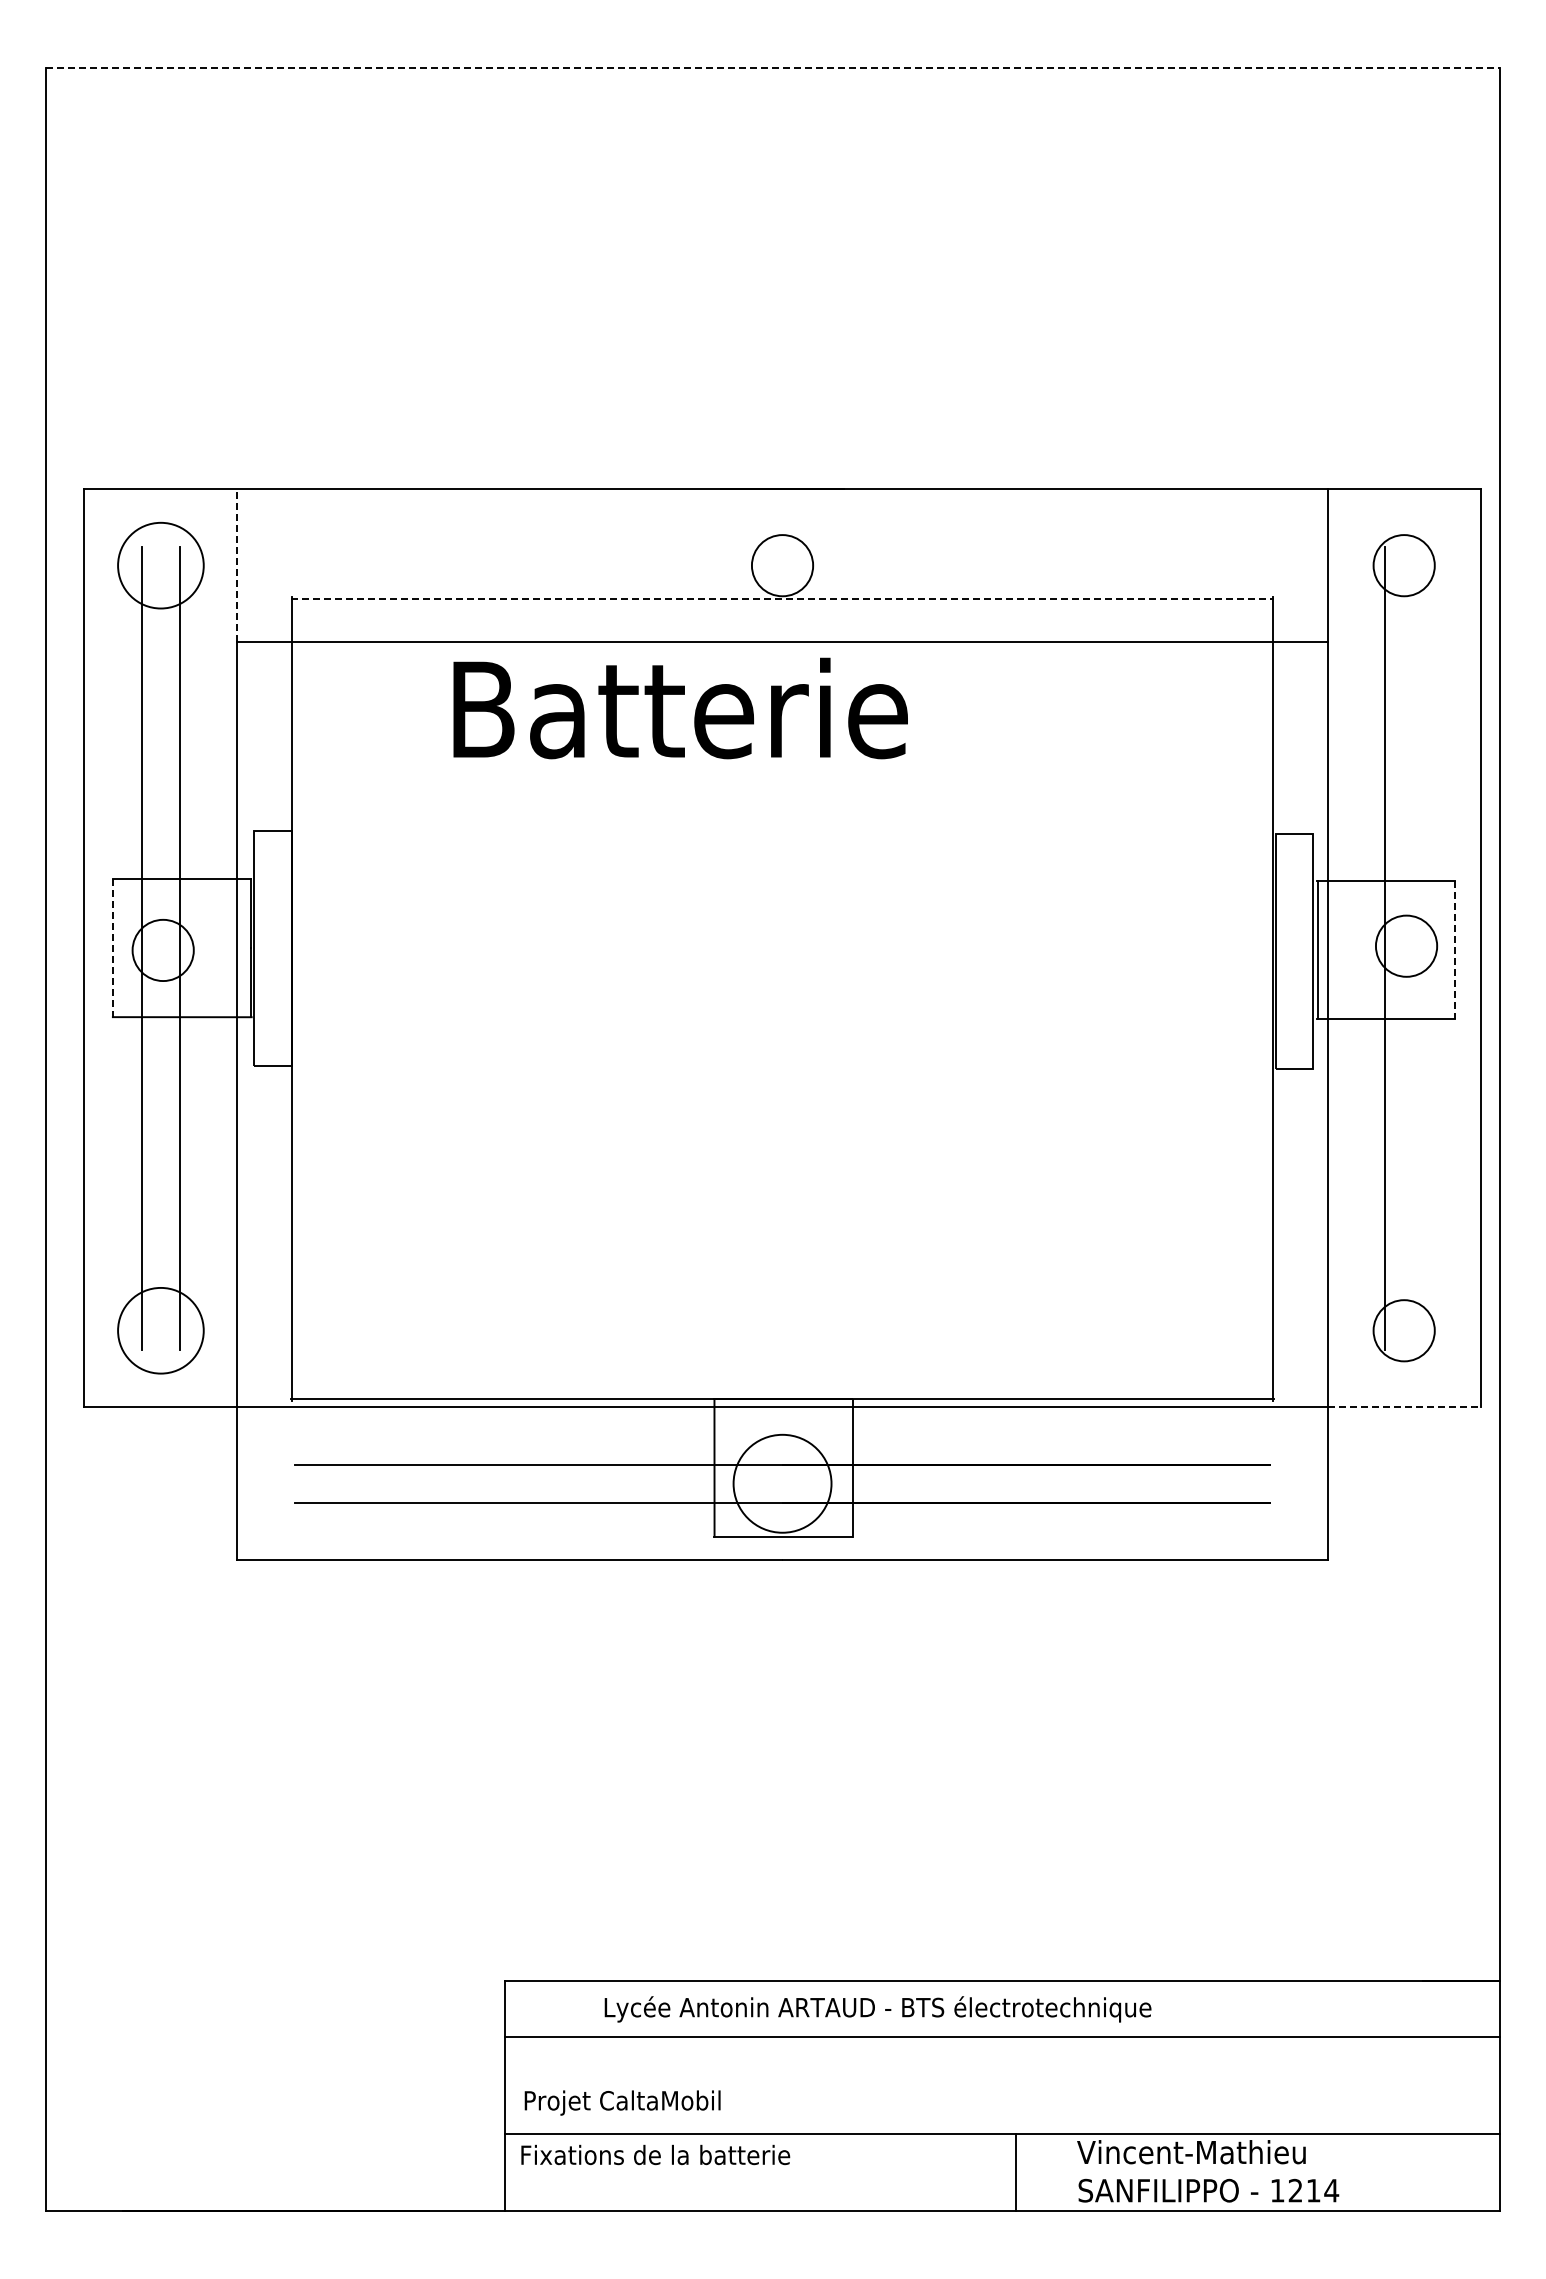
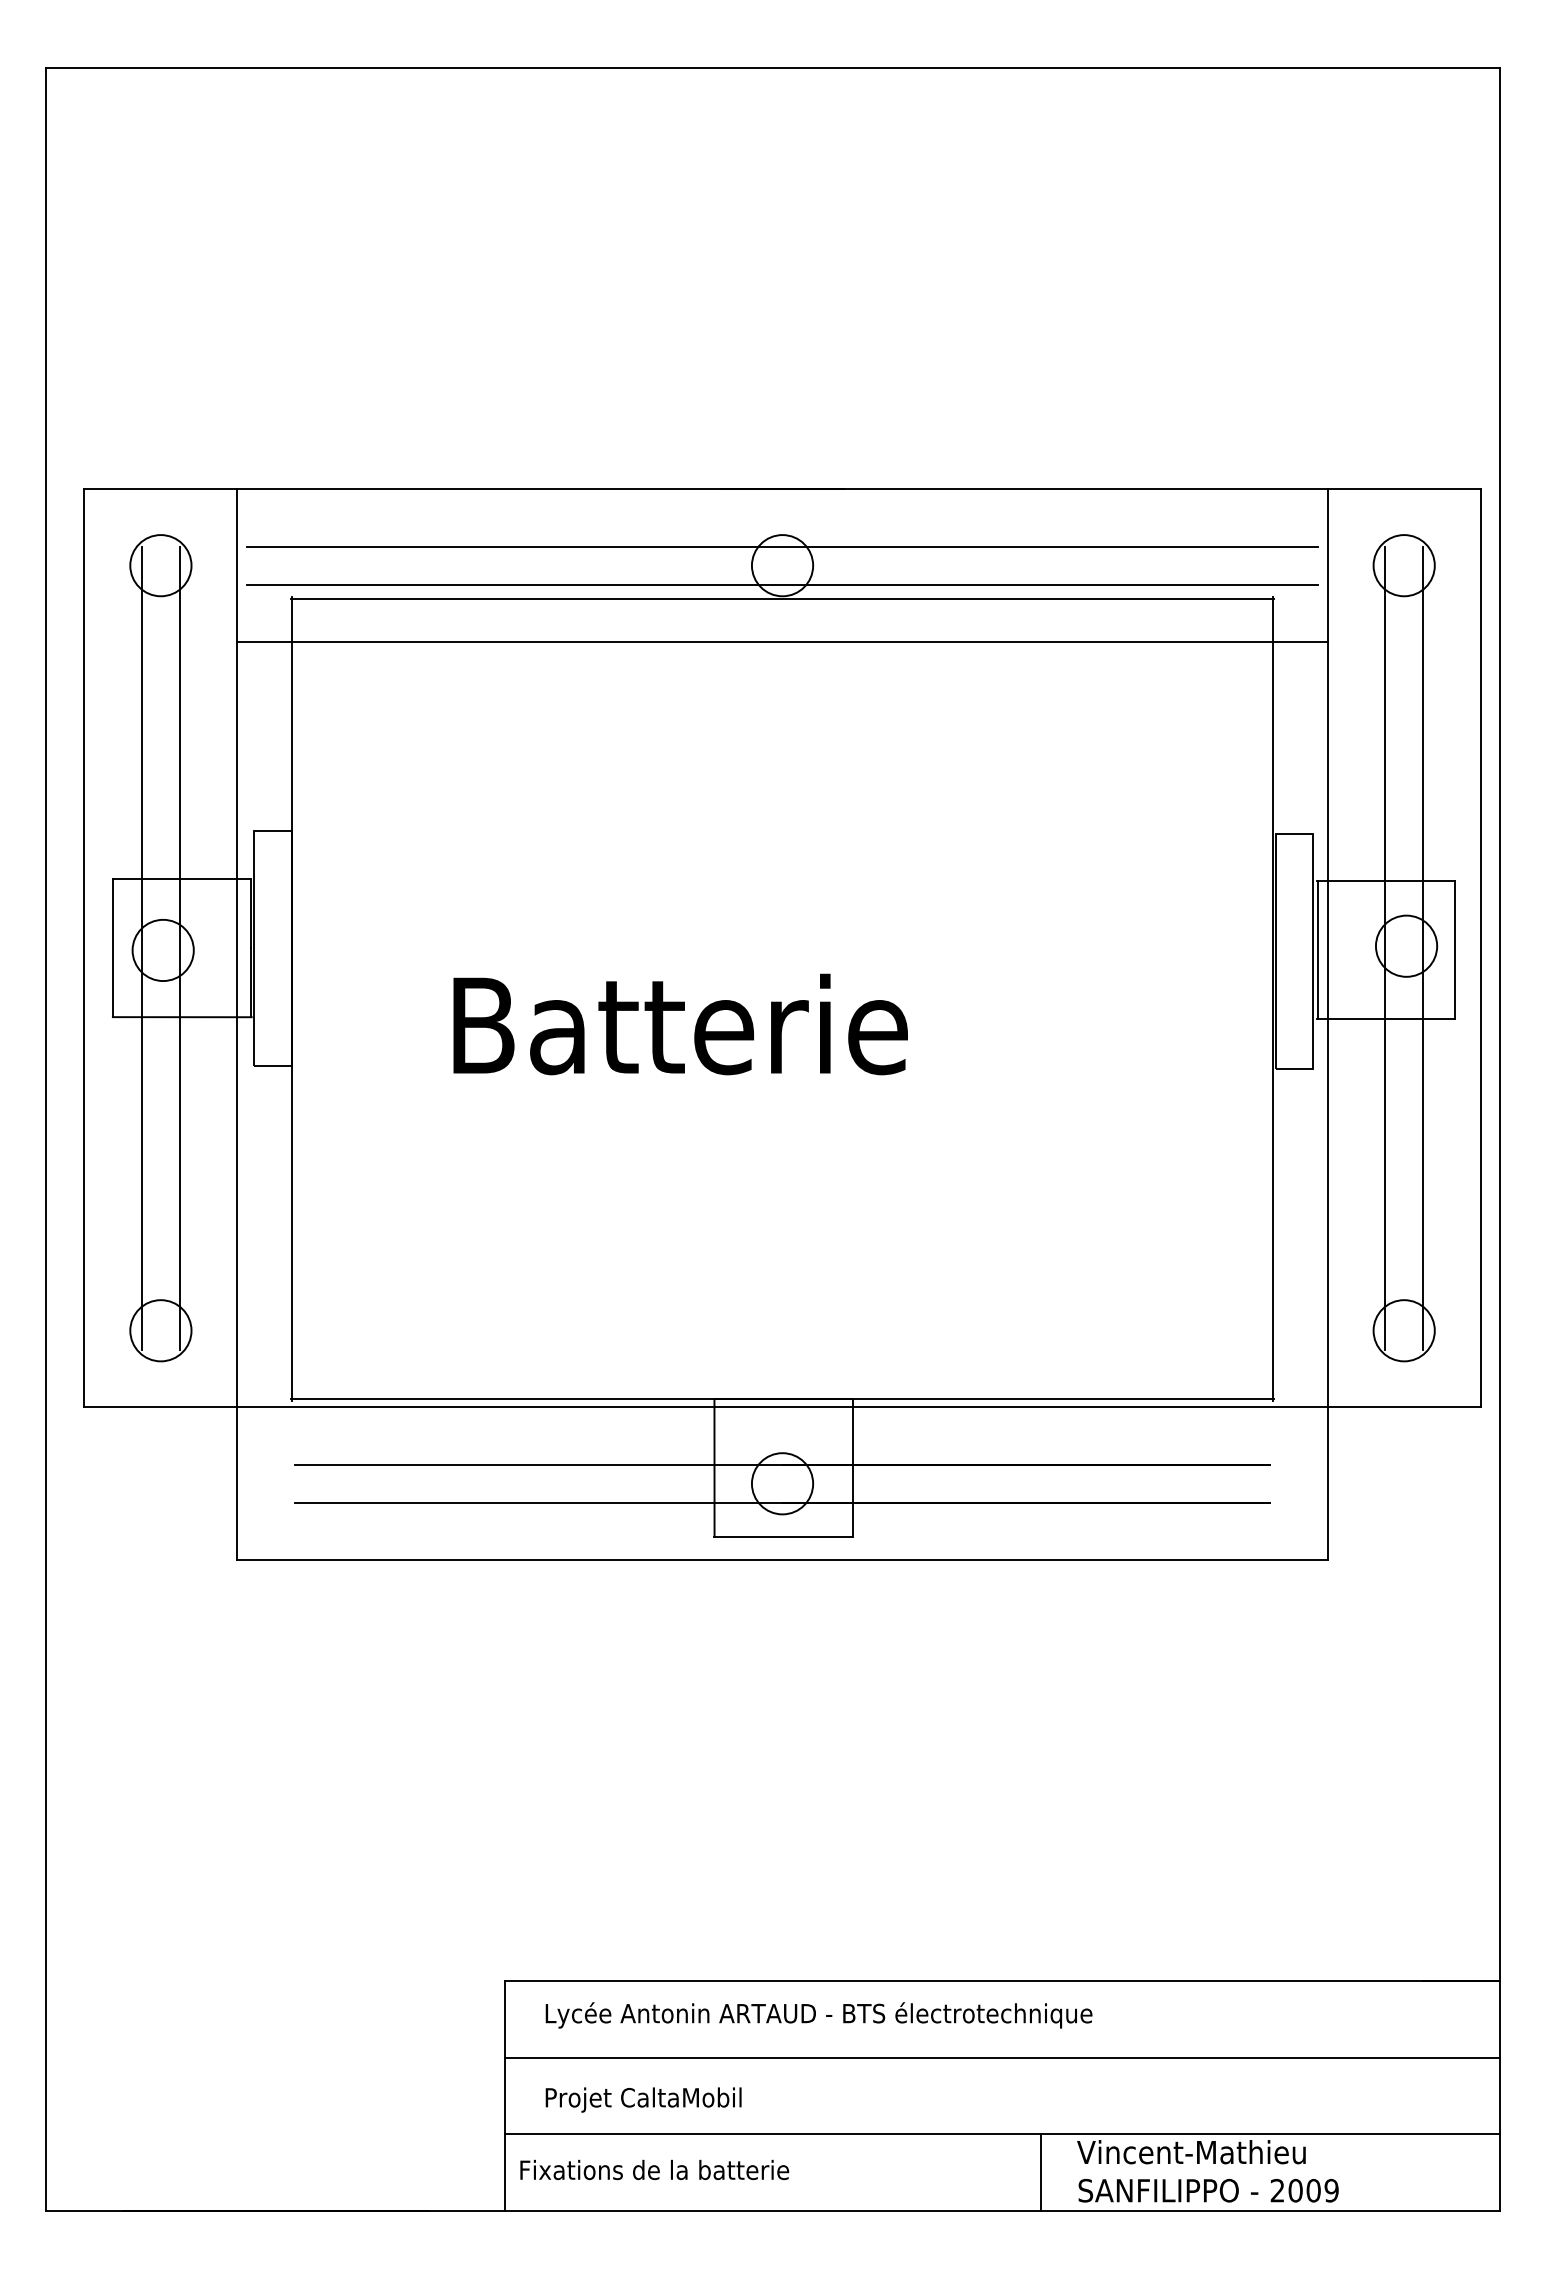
line at (773, 68): dashed -> solid
line at (782, 546): none -> present
circle at (160, 565) diameter: 86 px -> 61 px
line at (237, 565): dashed -> solid
line at (782, 584): none -> present
line at (782, 598): dashed -> solid
text at (680, 708) position: (680, 708) -> (680, 1024)
line at (113, 947): dashed -> solid
line at (1423, 947): none -> present
line at (1455, 949): dashed -> solid
circle at (160, 1330) diameter: 86 px -> 61 px
line at (1404, 1407): dashed -> solid
circle at (782, 1483) diameter: 98 px -> 61 px
text at (877, 2009) position: (877, 2009) -> (818, 2015)
line at (1002, 2036) position: (1002, 2036) -> (1002, 2057)
text at (622, 2102) position: (622, 2102) -> (643, 2099)
text at (655, 2154) position: (655, 2154) -> (654, 2169)
line at (1015, 2172) position: (1015, 2172) -> (1040, 2172)
text at (1304, 2190): 1214 -> 2009
